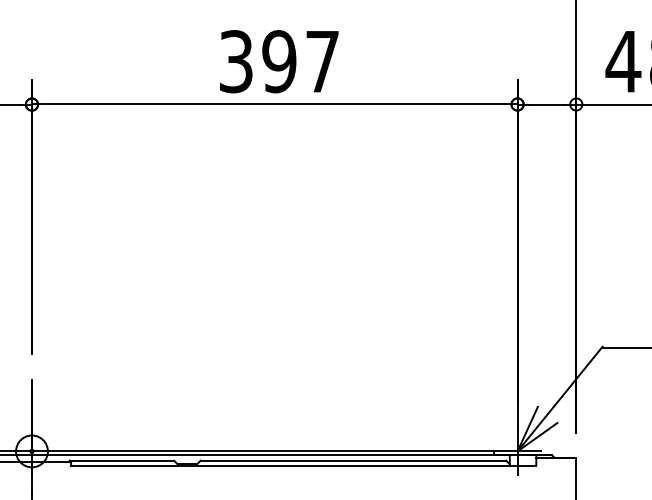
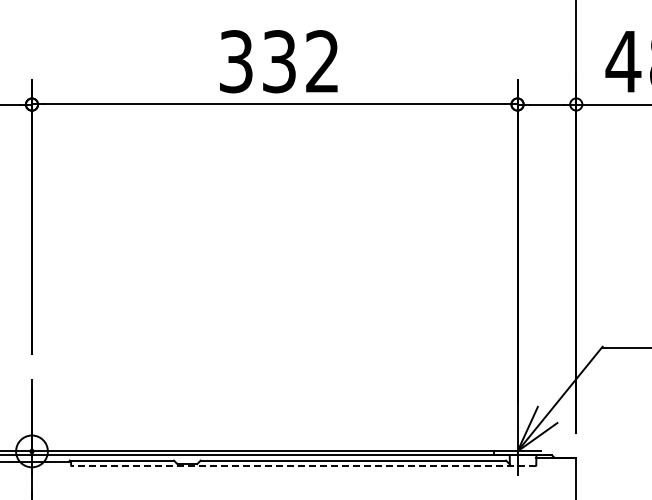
text at (300, 61): 397 -> 332
line at (303, 465): solid -> dashed
